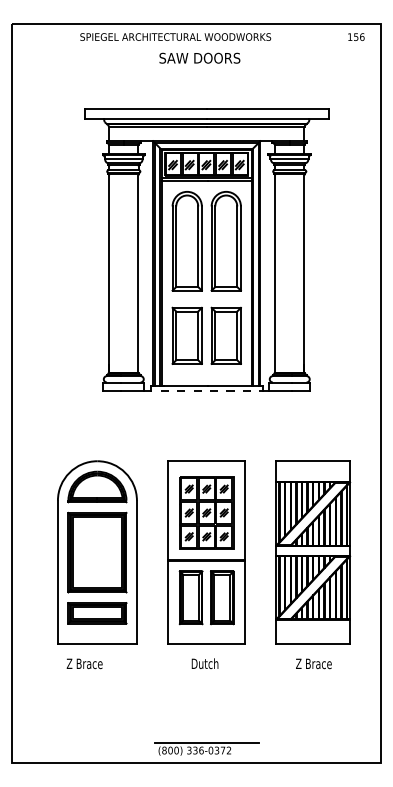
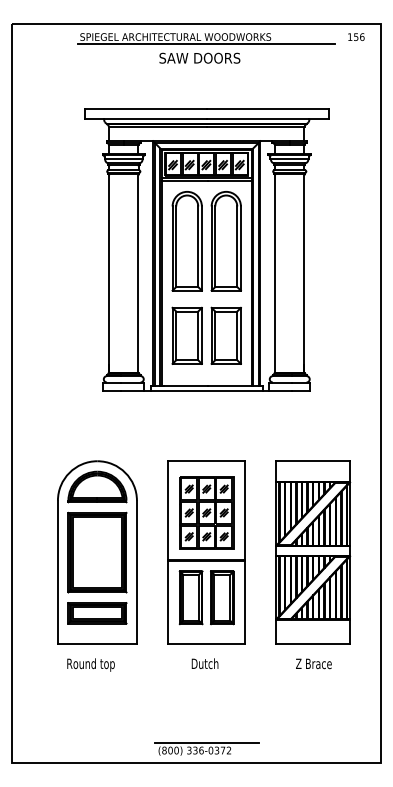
line at (206, 44): none -> present
line at (206, 390): dashed -> solid
text at (90, 664): Z Brace -> Round top
